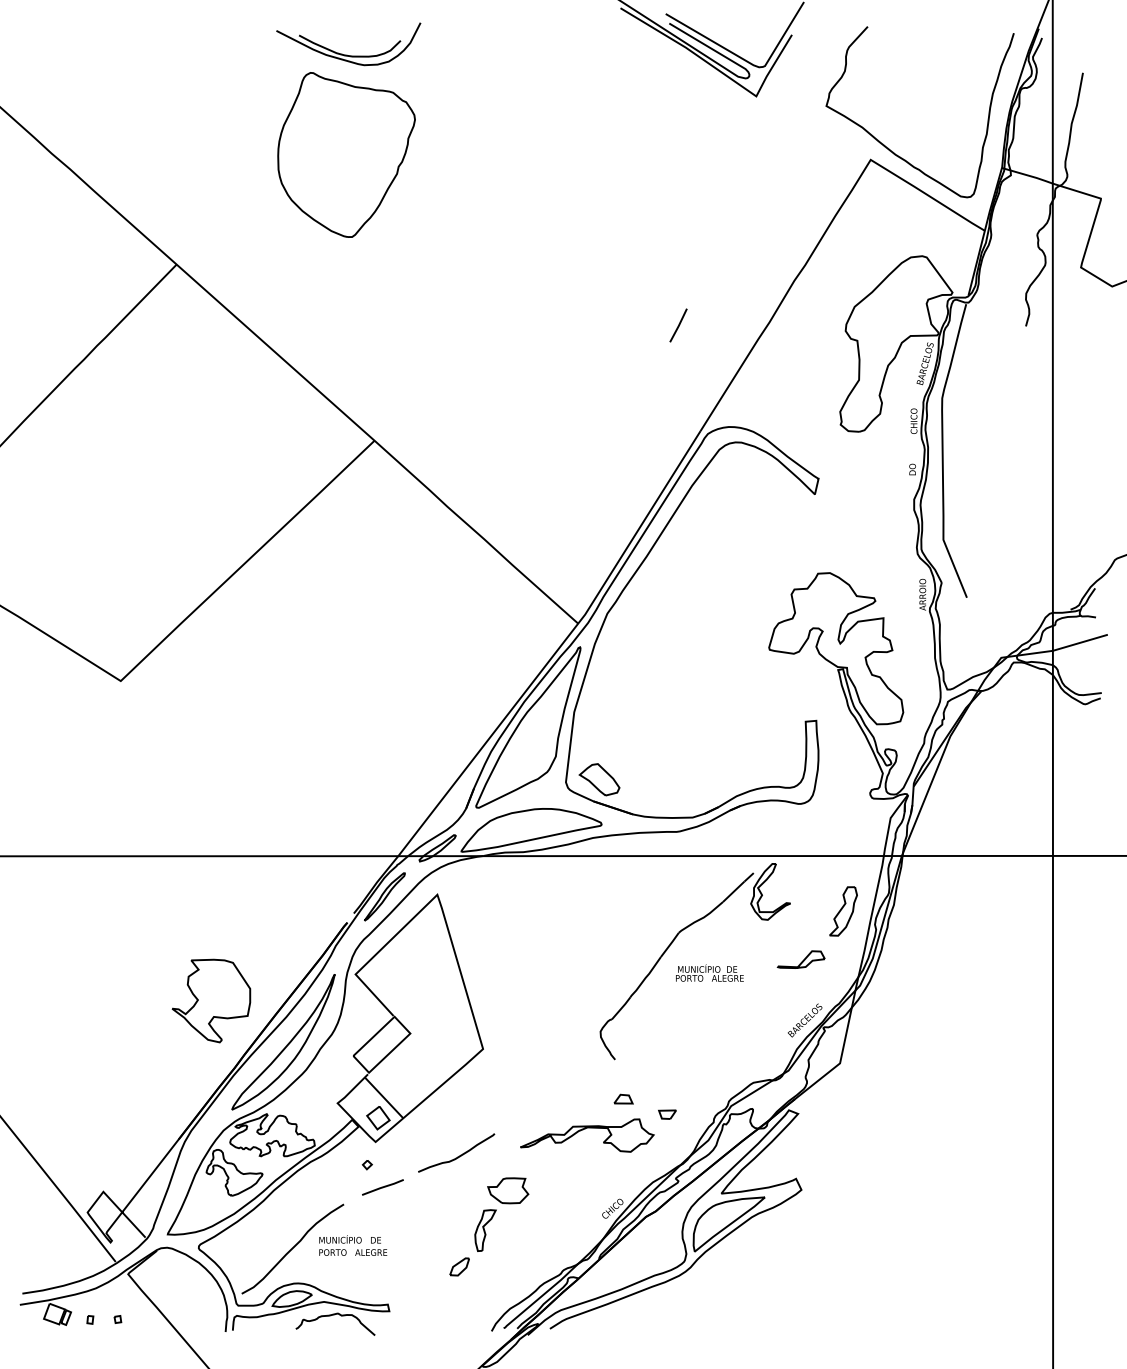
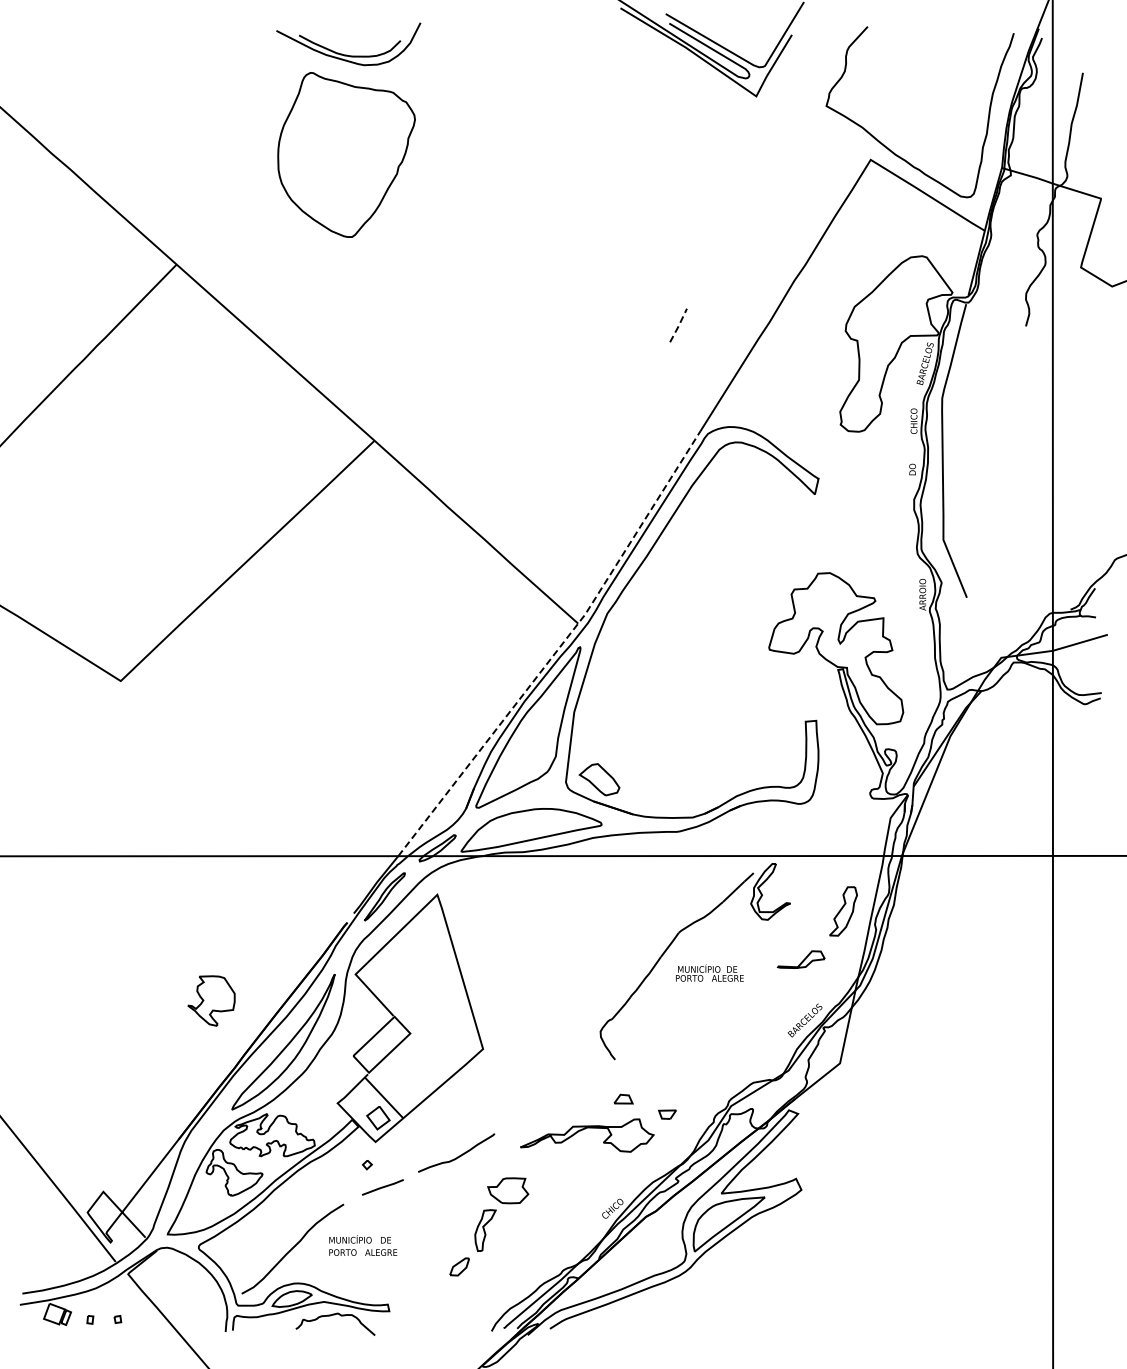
line at (678, 325): solid -> dashed
line at (558, 649): solid -> dashed
part at (211, 1000) size: 81x86 px -> 49x52 px
text at (353, 1245) position: (353, 1245) -> (363, 1245)
